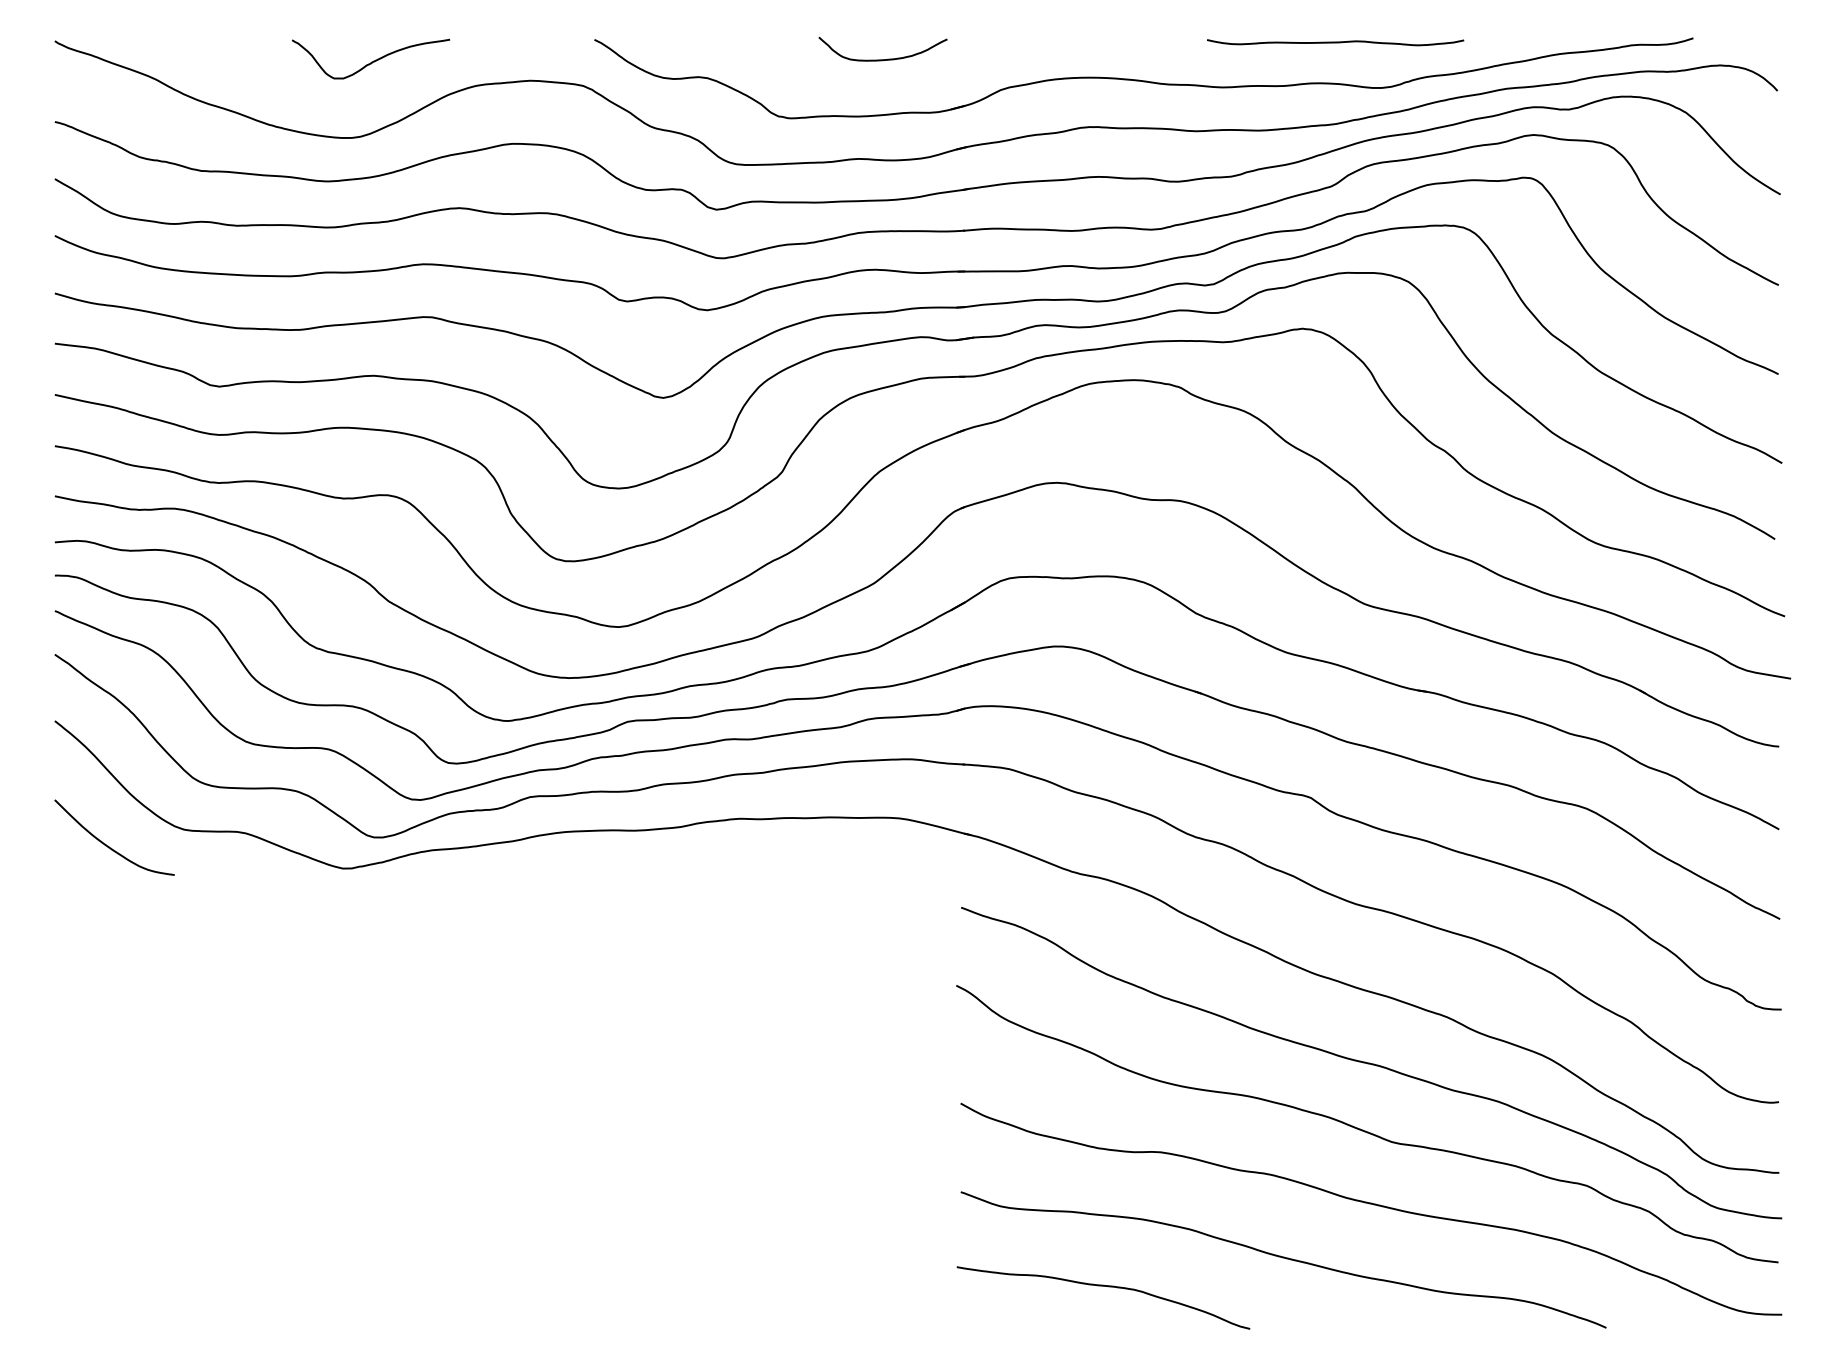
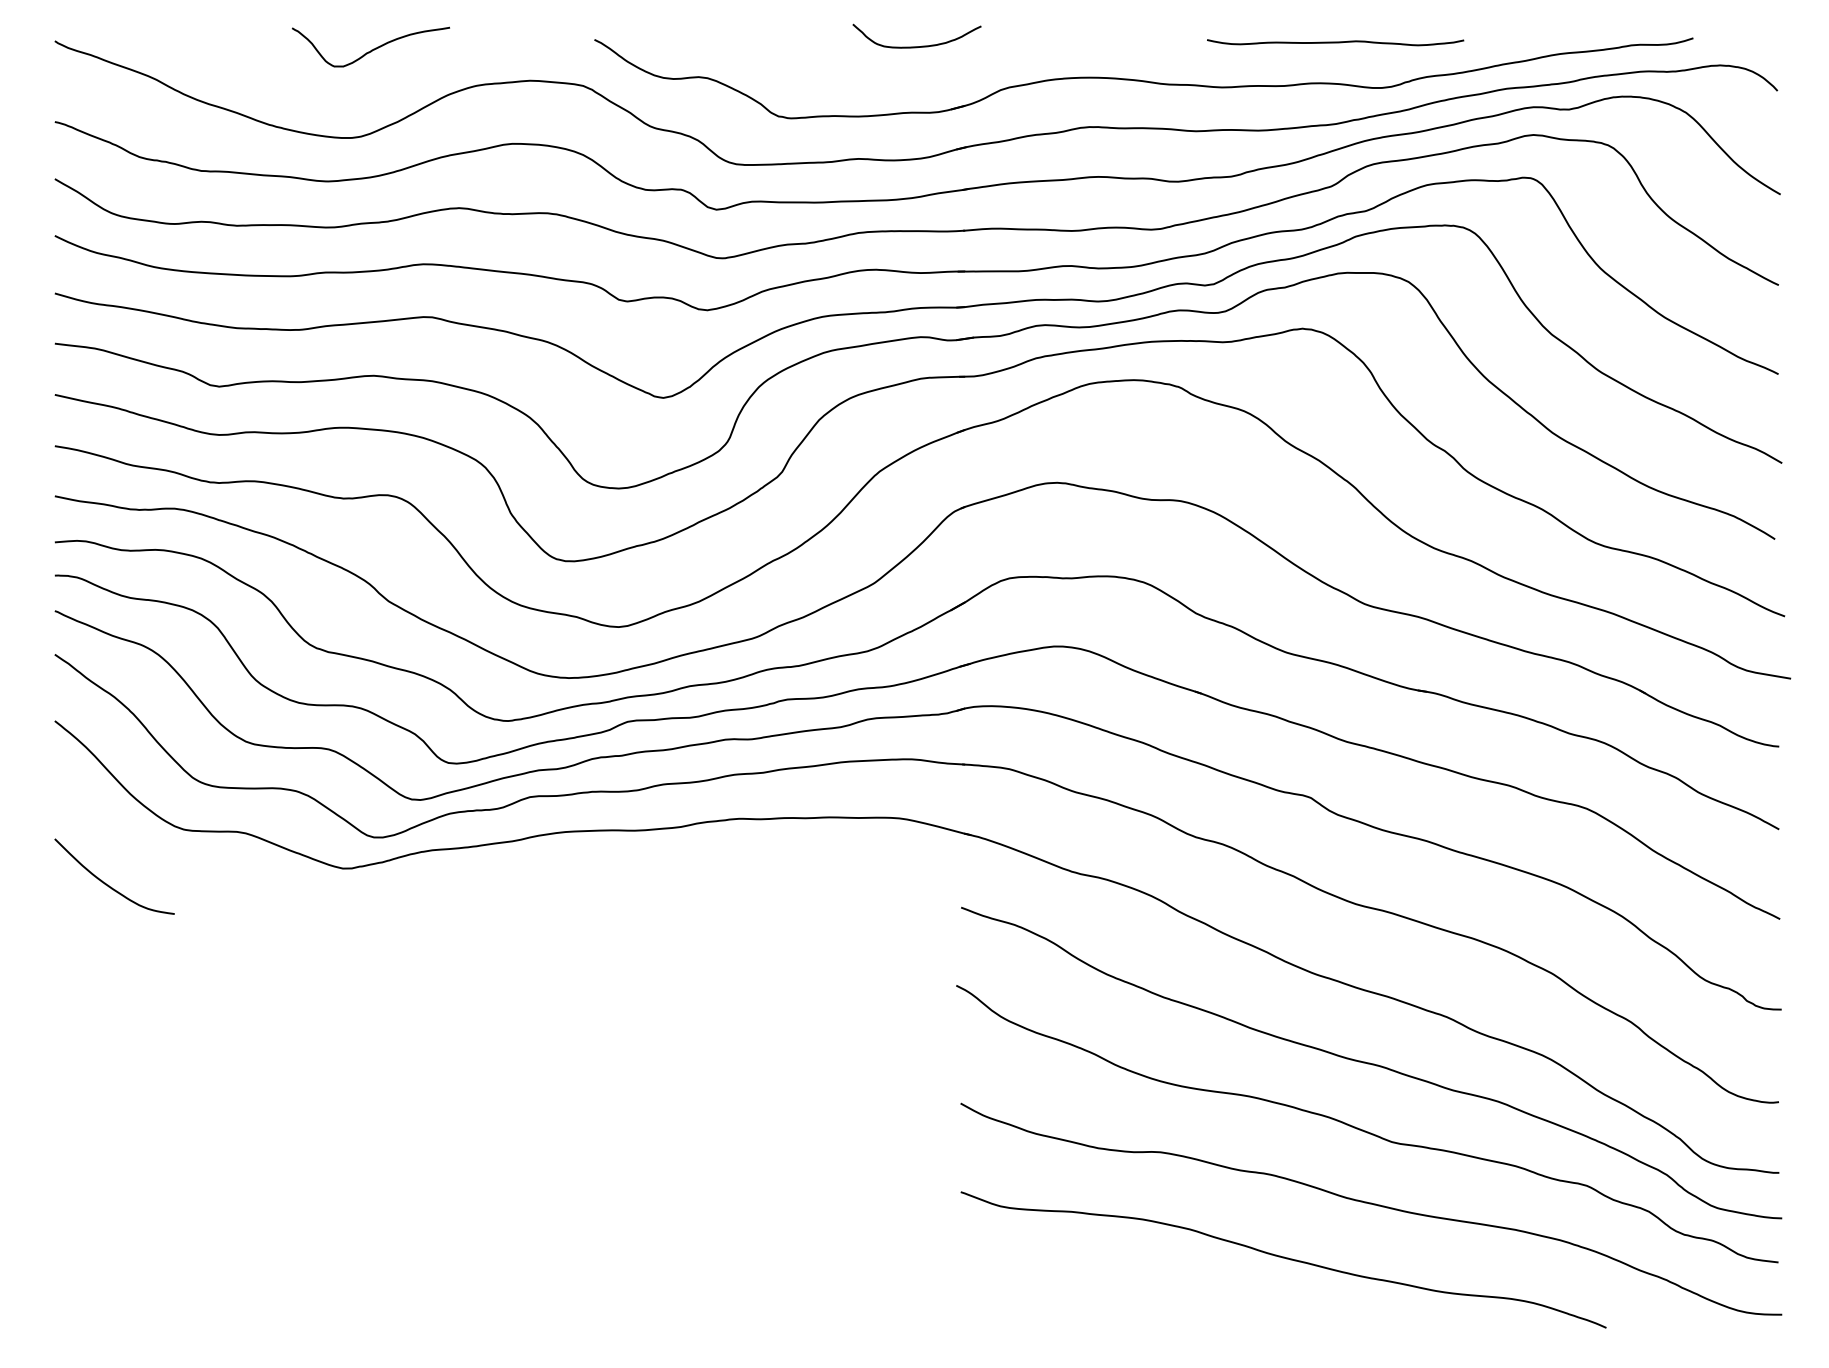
curve at (882, 59) position: (882, 59) -> (916, 46)
curve at (371, 61) position: (371, 61) -> (371, 49)
curve at (108, 845) position: (108, 845) -> (108, 884)
curve at (1103, 1286): present -> none
